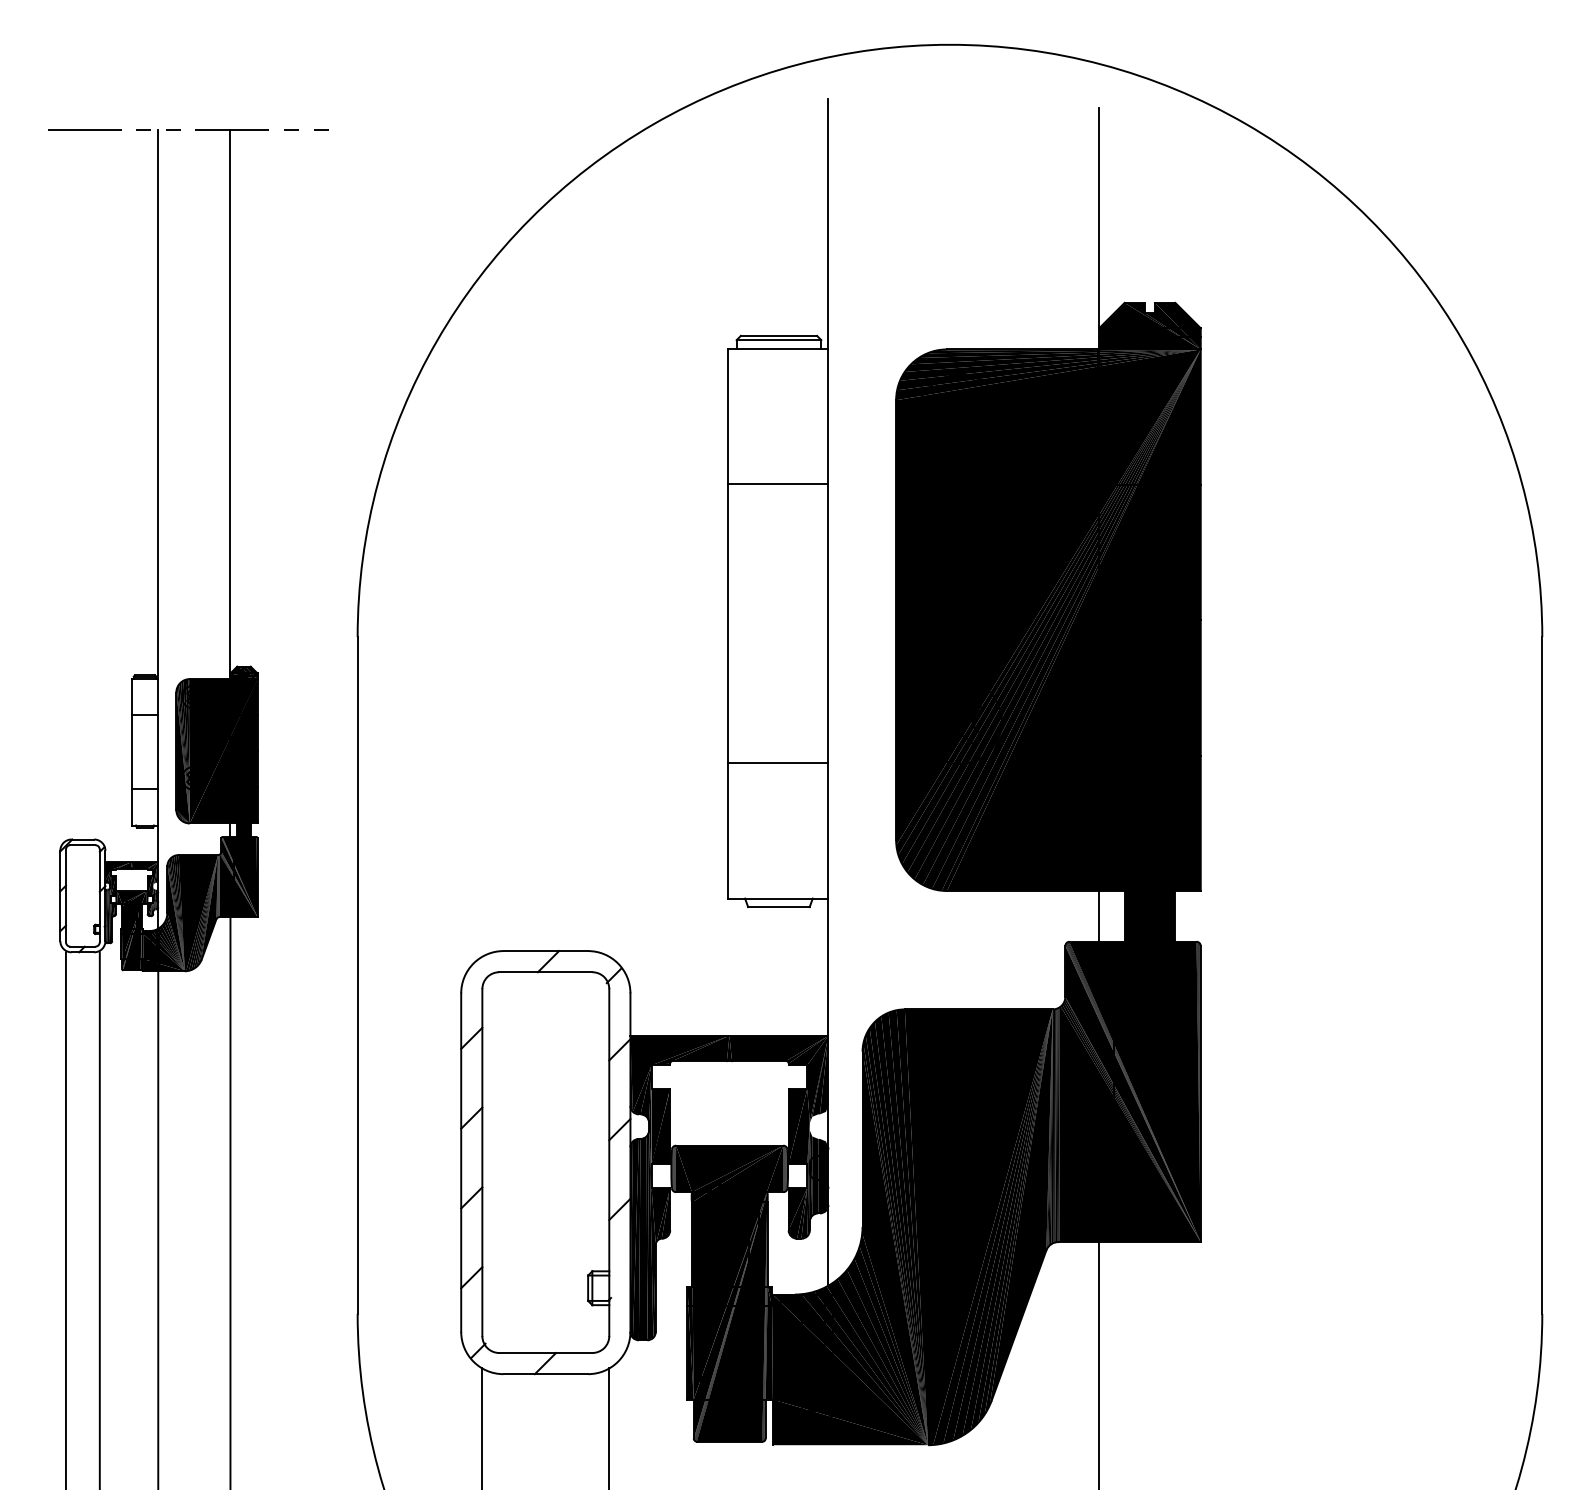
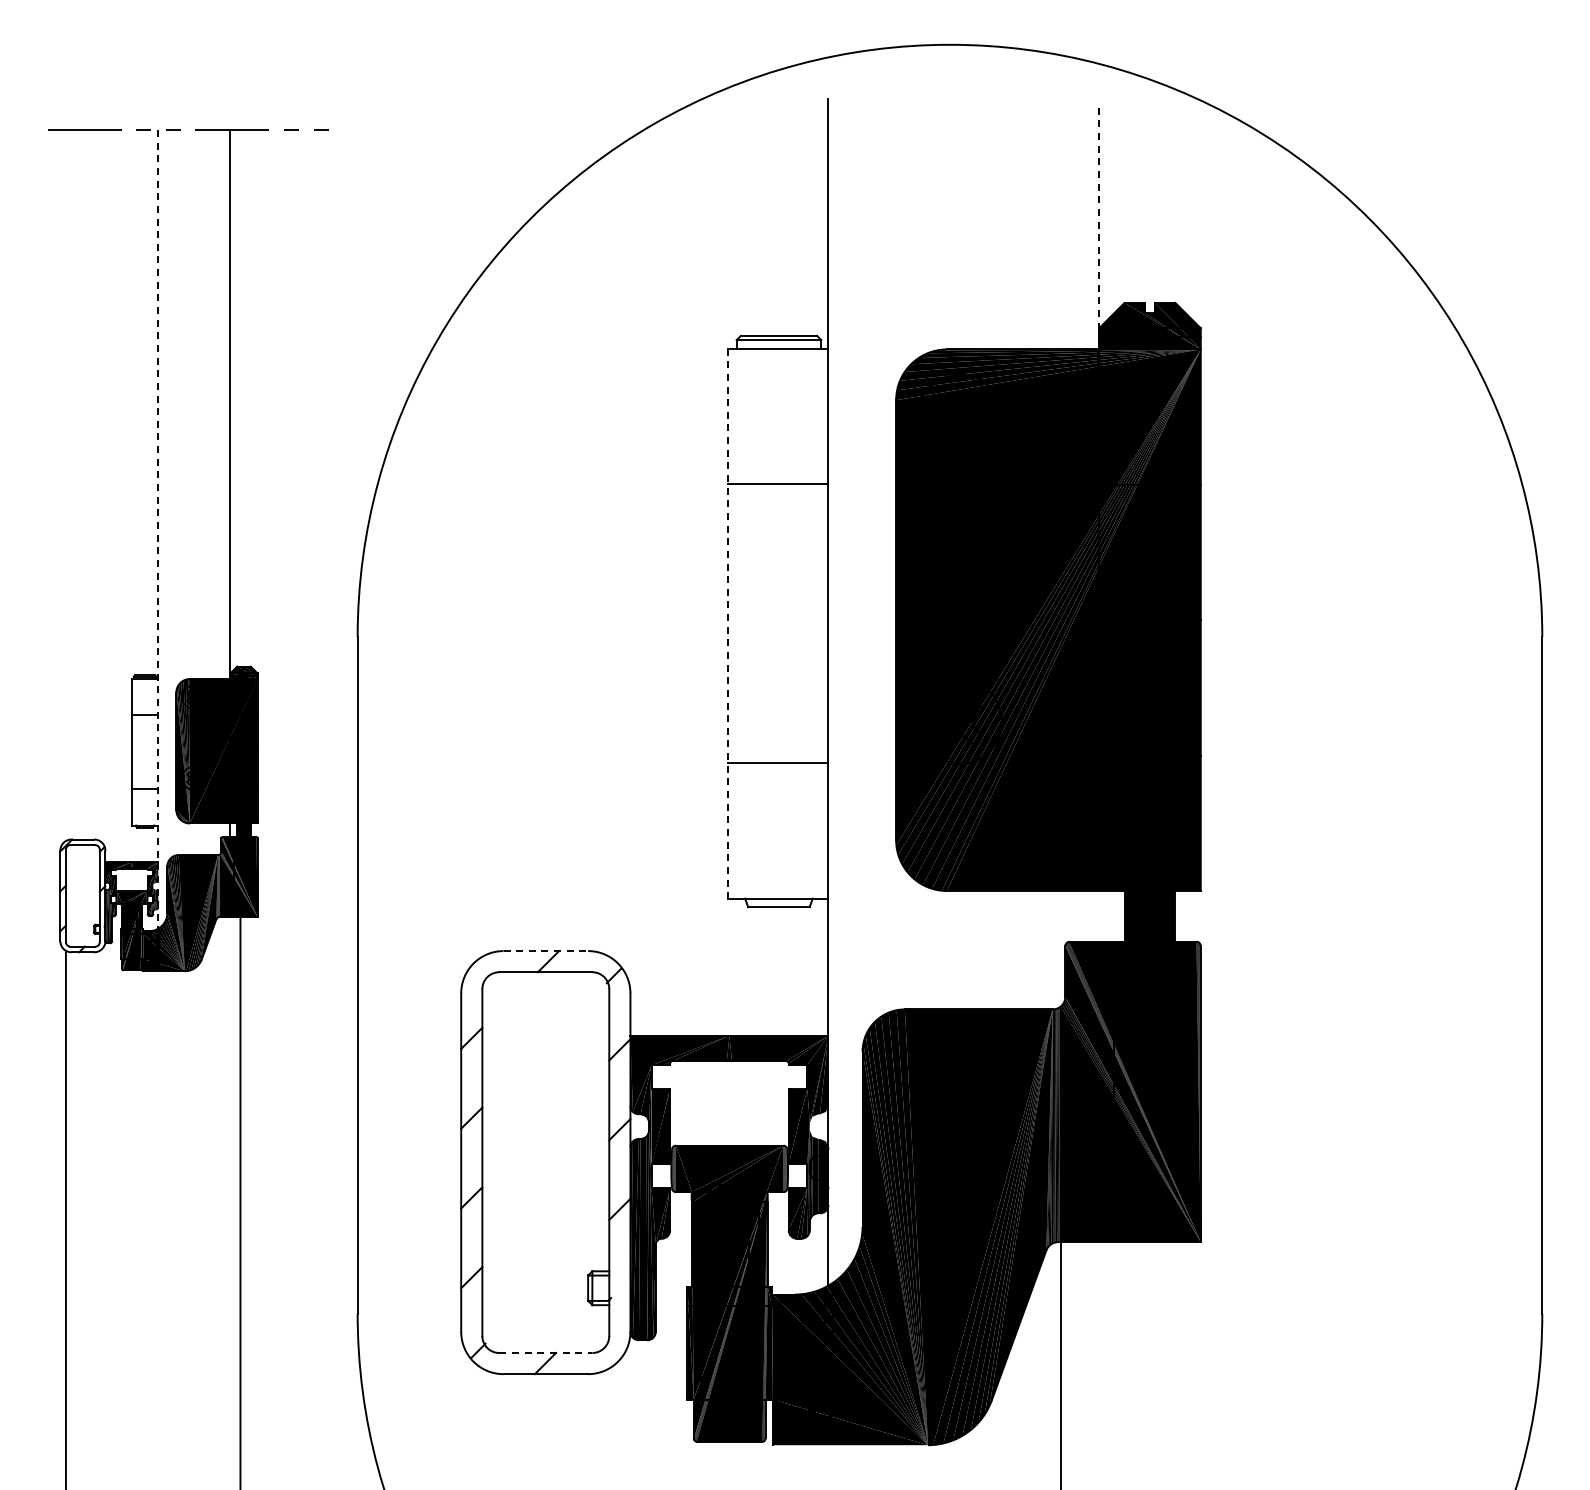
line at (1099, 218): solid -> dashed
line at (158, 529): solid -> dashed
line at (728, 624): solid -> dashed
line at (1099, 916): present -> none
line at (546, 951): solid -> dashed
line at (230, 1201) position: (230, 1201) -> (240, 1201)
line at (99, 1219): present -> none
line at (158, 1228): present -> none
line at (545, 1353): solid -> dashed
line at (1099, 1364) position: (1099, 1364) -> (1061, 1364)
line at (482, 1427): present -> none
line at (609, 1427): present -> none
